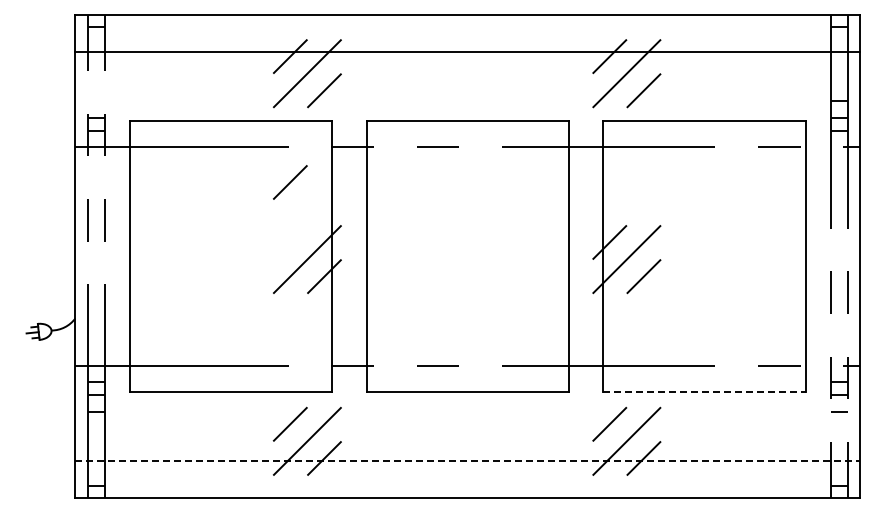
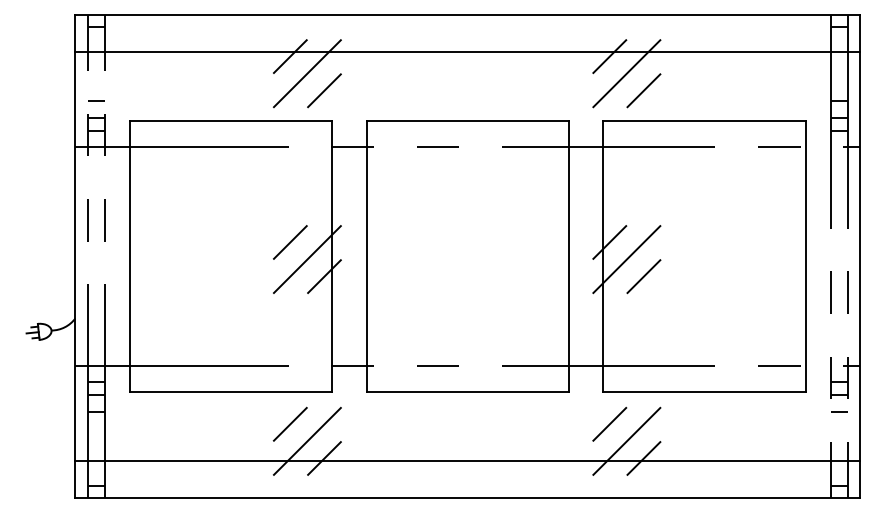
line at (96, 100): none -> present
line at (290, 182) position: (290, 182) -> (290, 242)
line at (705, 391): dashed -> solid
line at (467, 461): dashed -> solid
